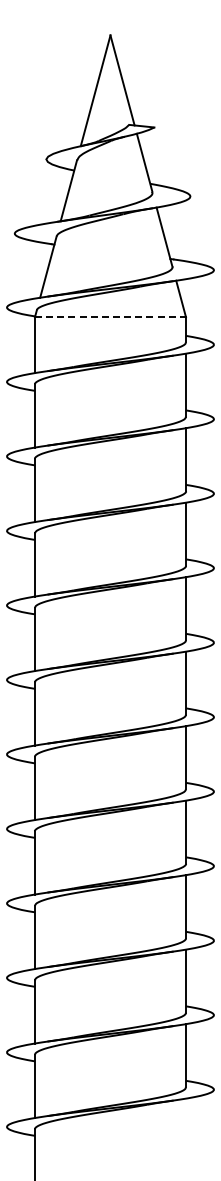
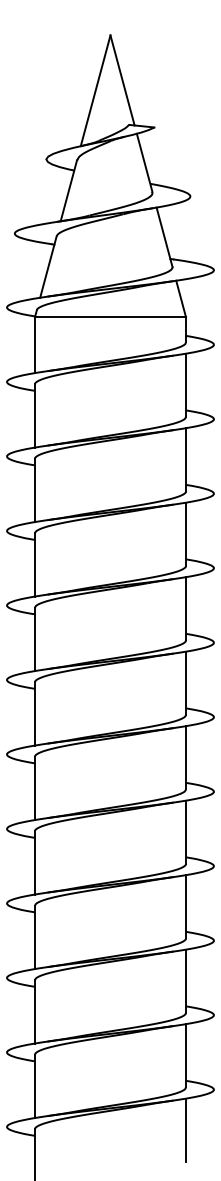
line at (110, 317): dashed -> solid
line at (186, 1129): none -> present
